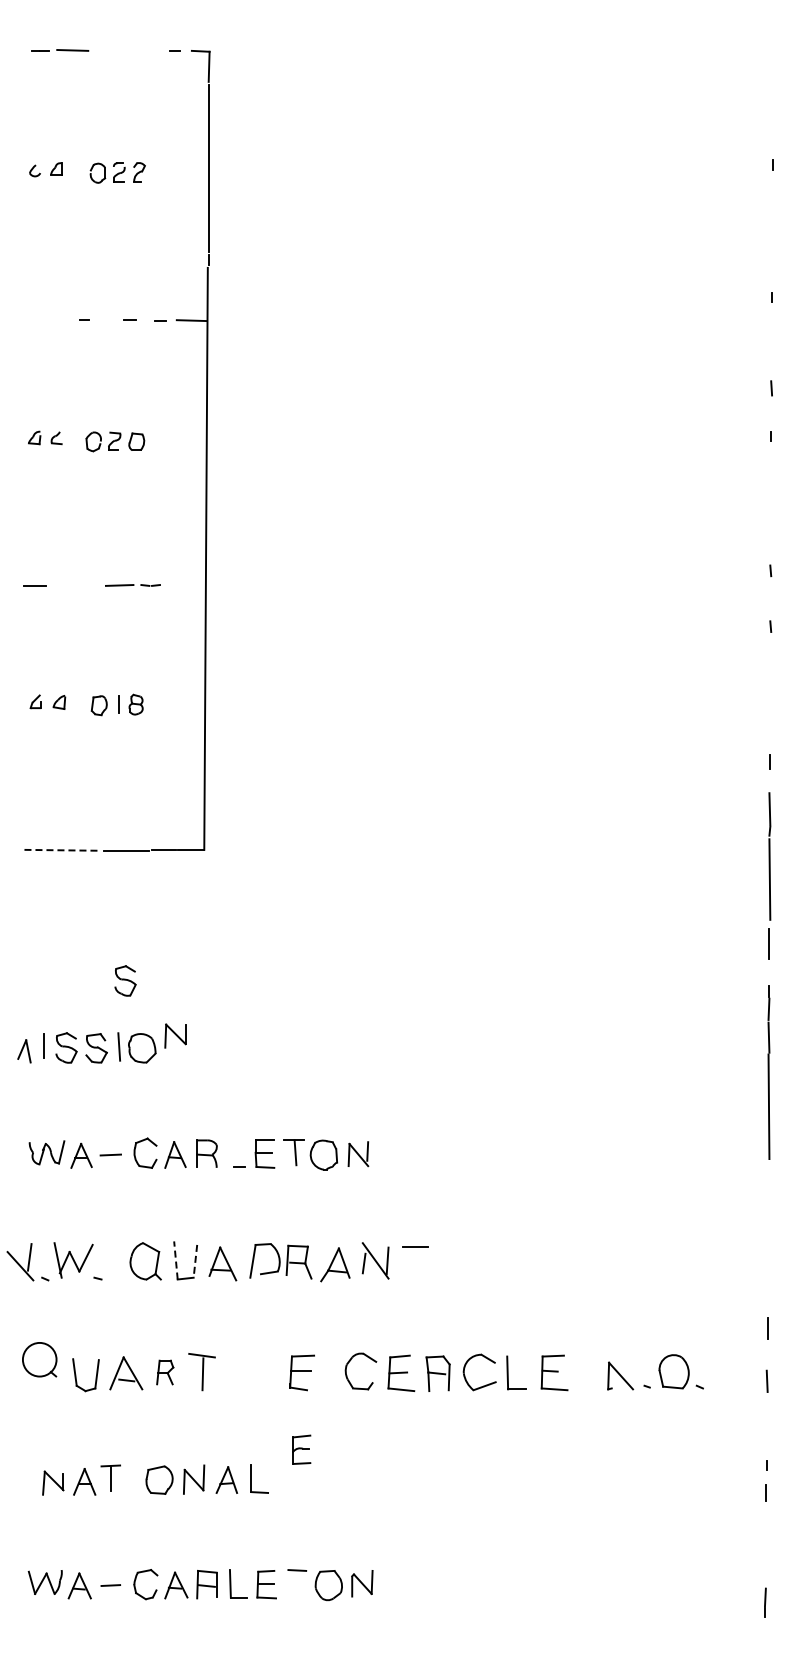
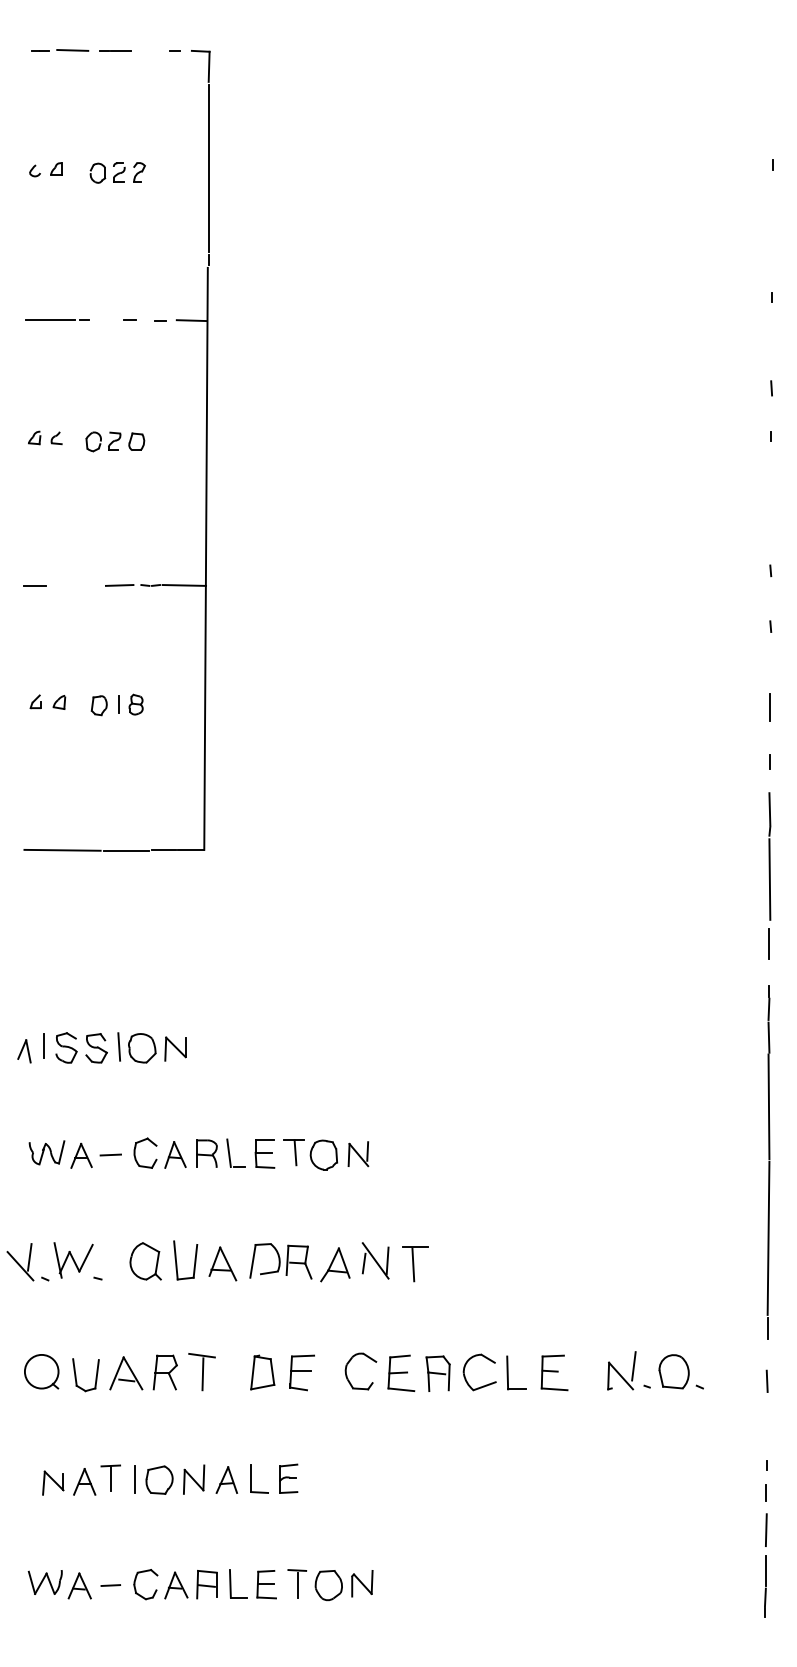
line at (115, 50): none -> present
line at (50, 320): none -> present
line at (184, 585): none -> present
line at (770, 706): none -> present
line at (63, 850): dashed -> solid
part at (125, 980): present -> none
part at (175, 1035) position: (175, 1035) -> (175, 1048)
line at (228, 1153): none -> present
line at (768, 1237): none -> present
line at (175, 1259): dashed -> solid
line at (195, 1261): dashed -> solid
line at (413, 1264): none -> present
part at (39, 1359) position: (39, 1359) -> (41, 1371)
line at (633, 1366): none -> present
part at (165, 1372) size: 19x27 px -> 26x37 px
part at (262, 1372): none -> present
part at (301, 1449) position: (301, 1449) -> (288, 1478)
line at (135, 1478): none -> present
line at (765, 1530): none -> present
line at (765, 1570): none -> present
line at (298, 1584): none -> present
